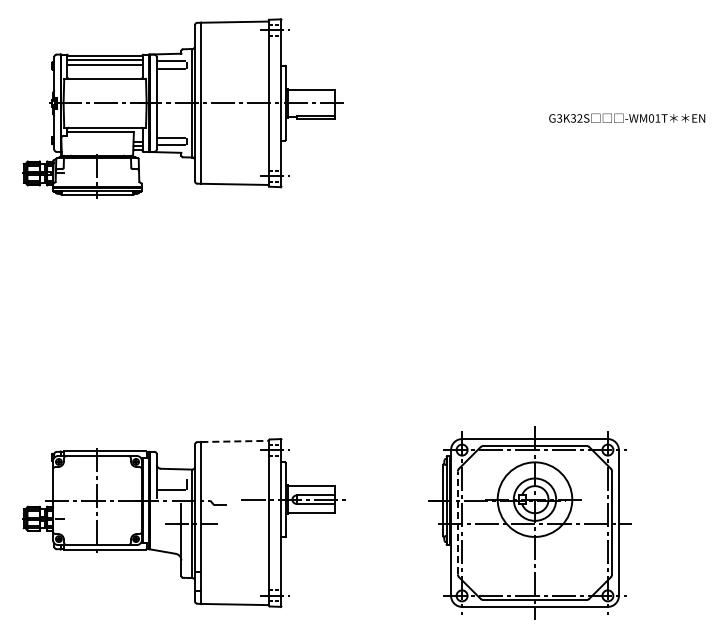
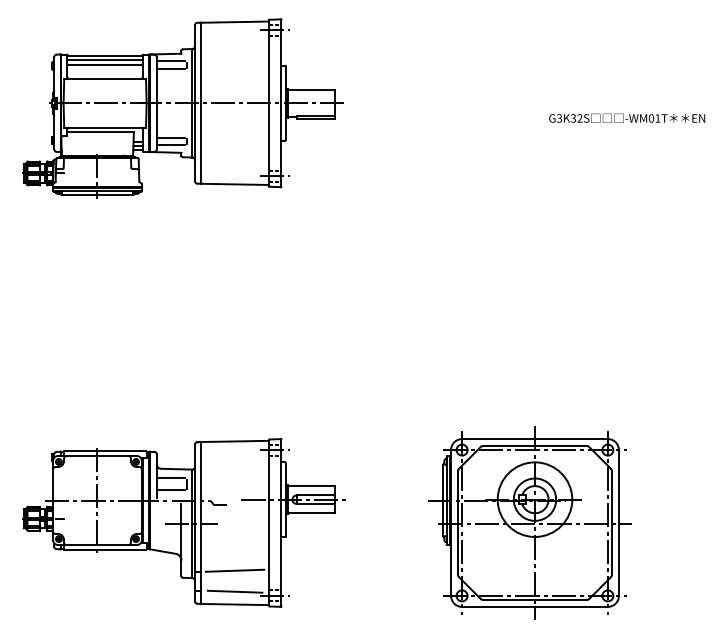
line at (235, 441): dashed -> solid
line at (171, 477): none -> present
line at (457, 522): dashed -> solid
line at (234, 570): none -> present
line at (234, 591): none -> present
